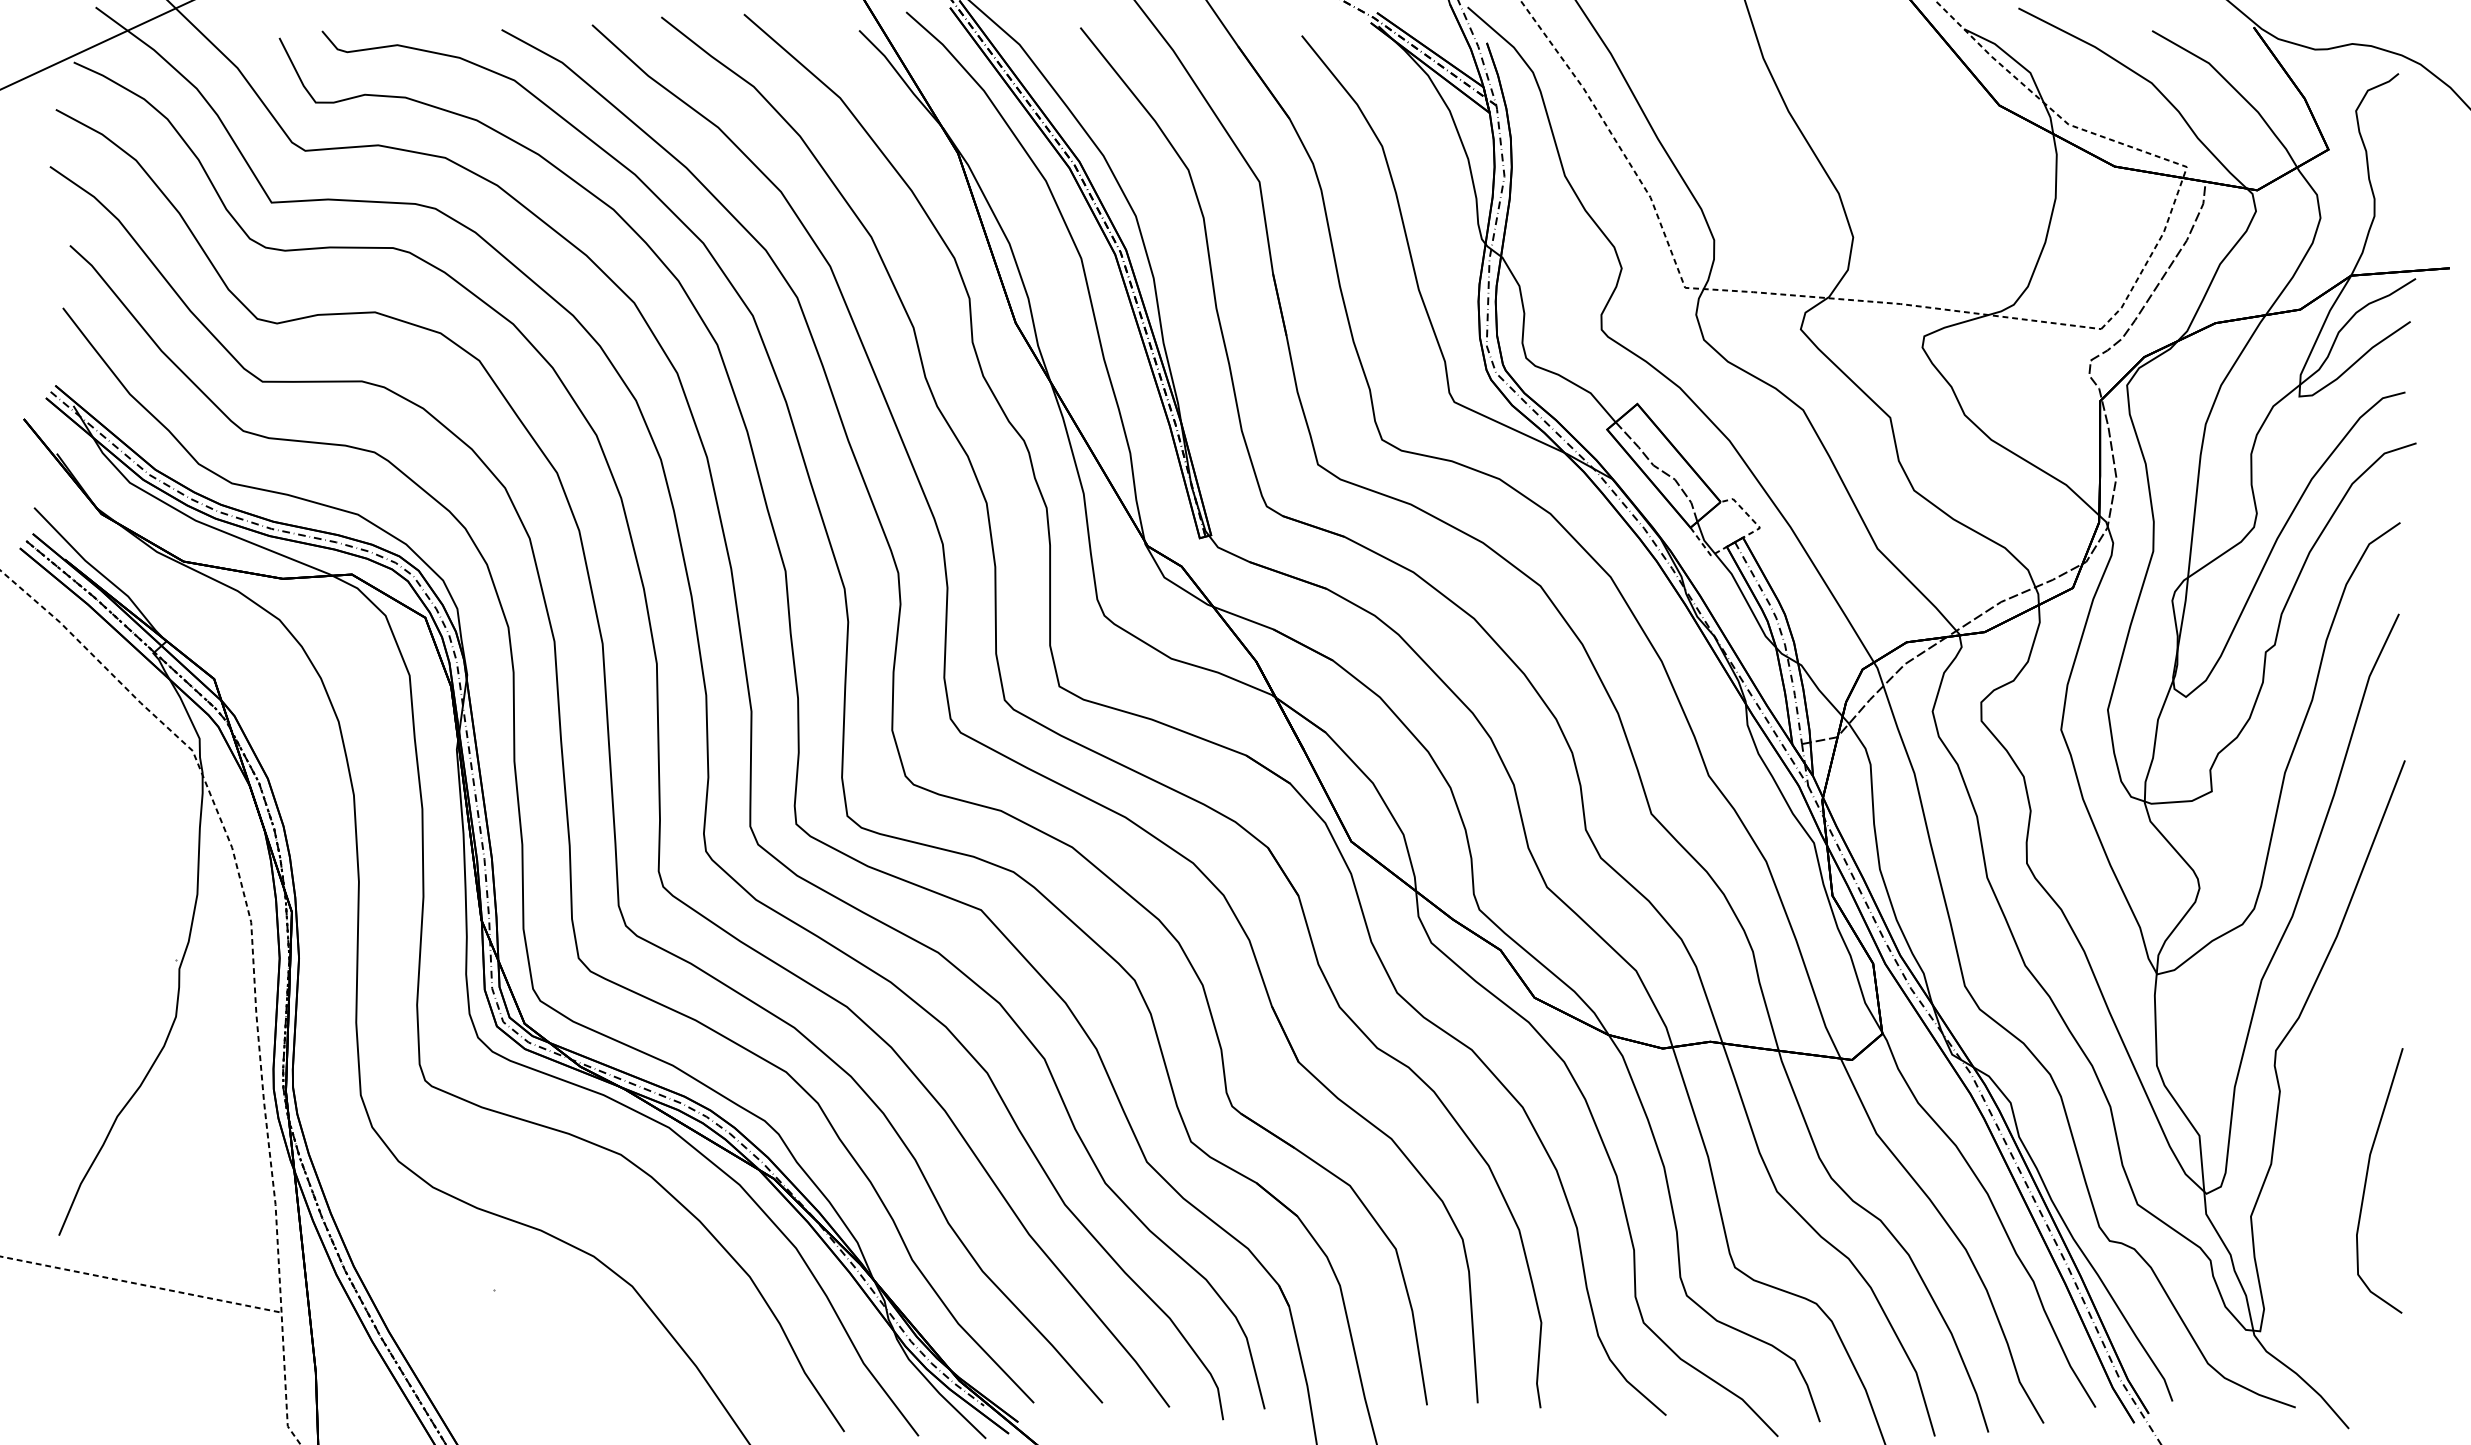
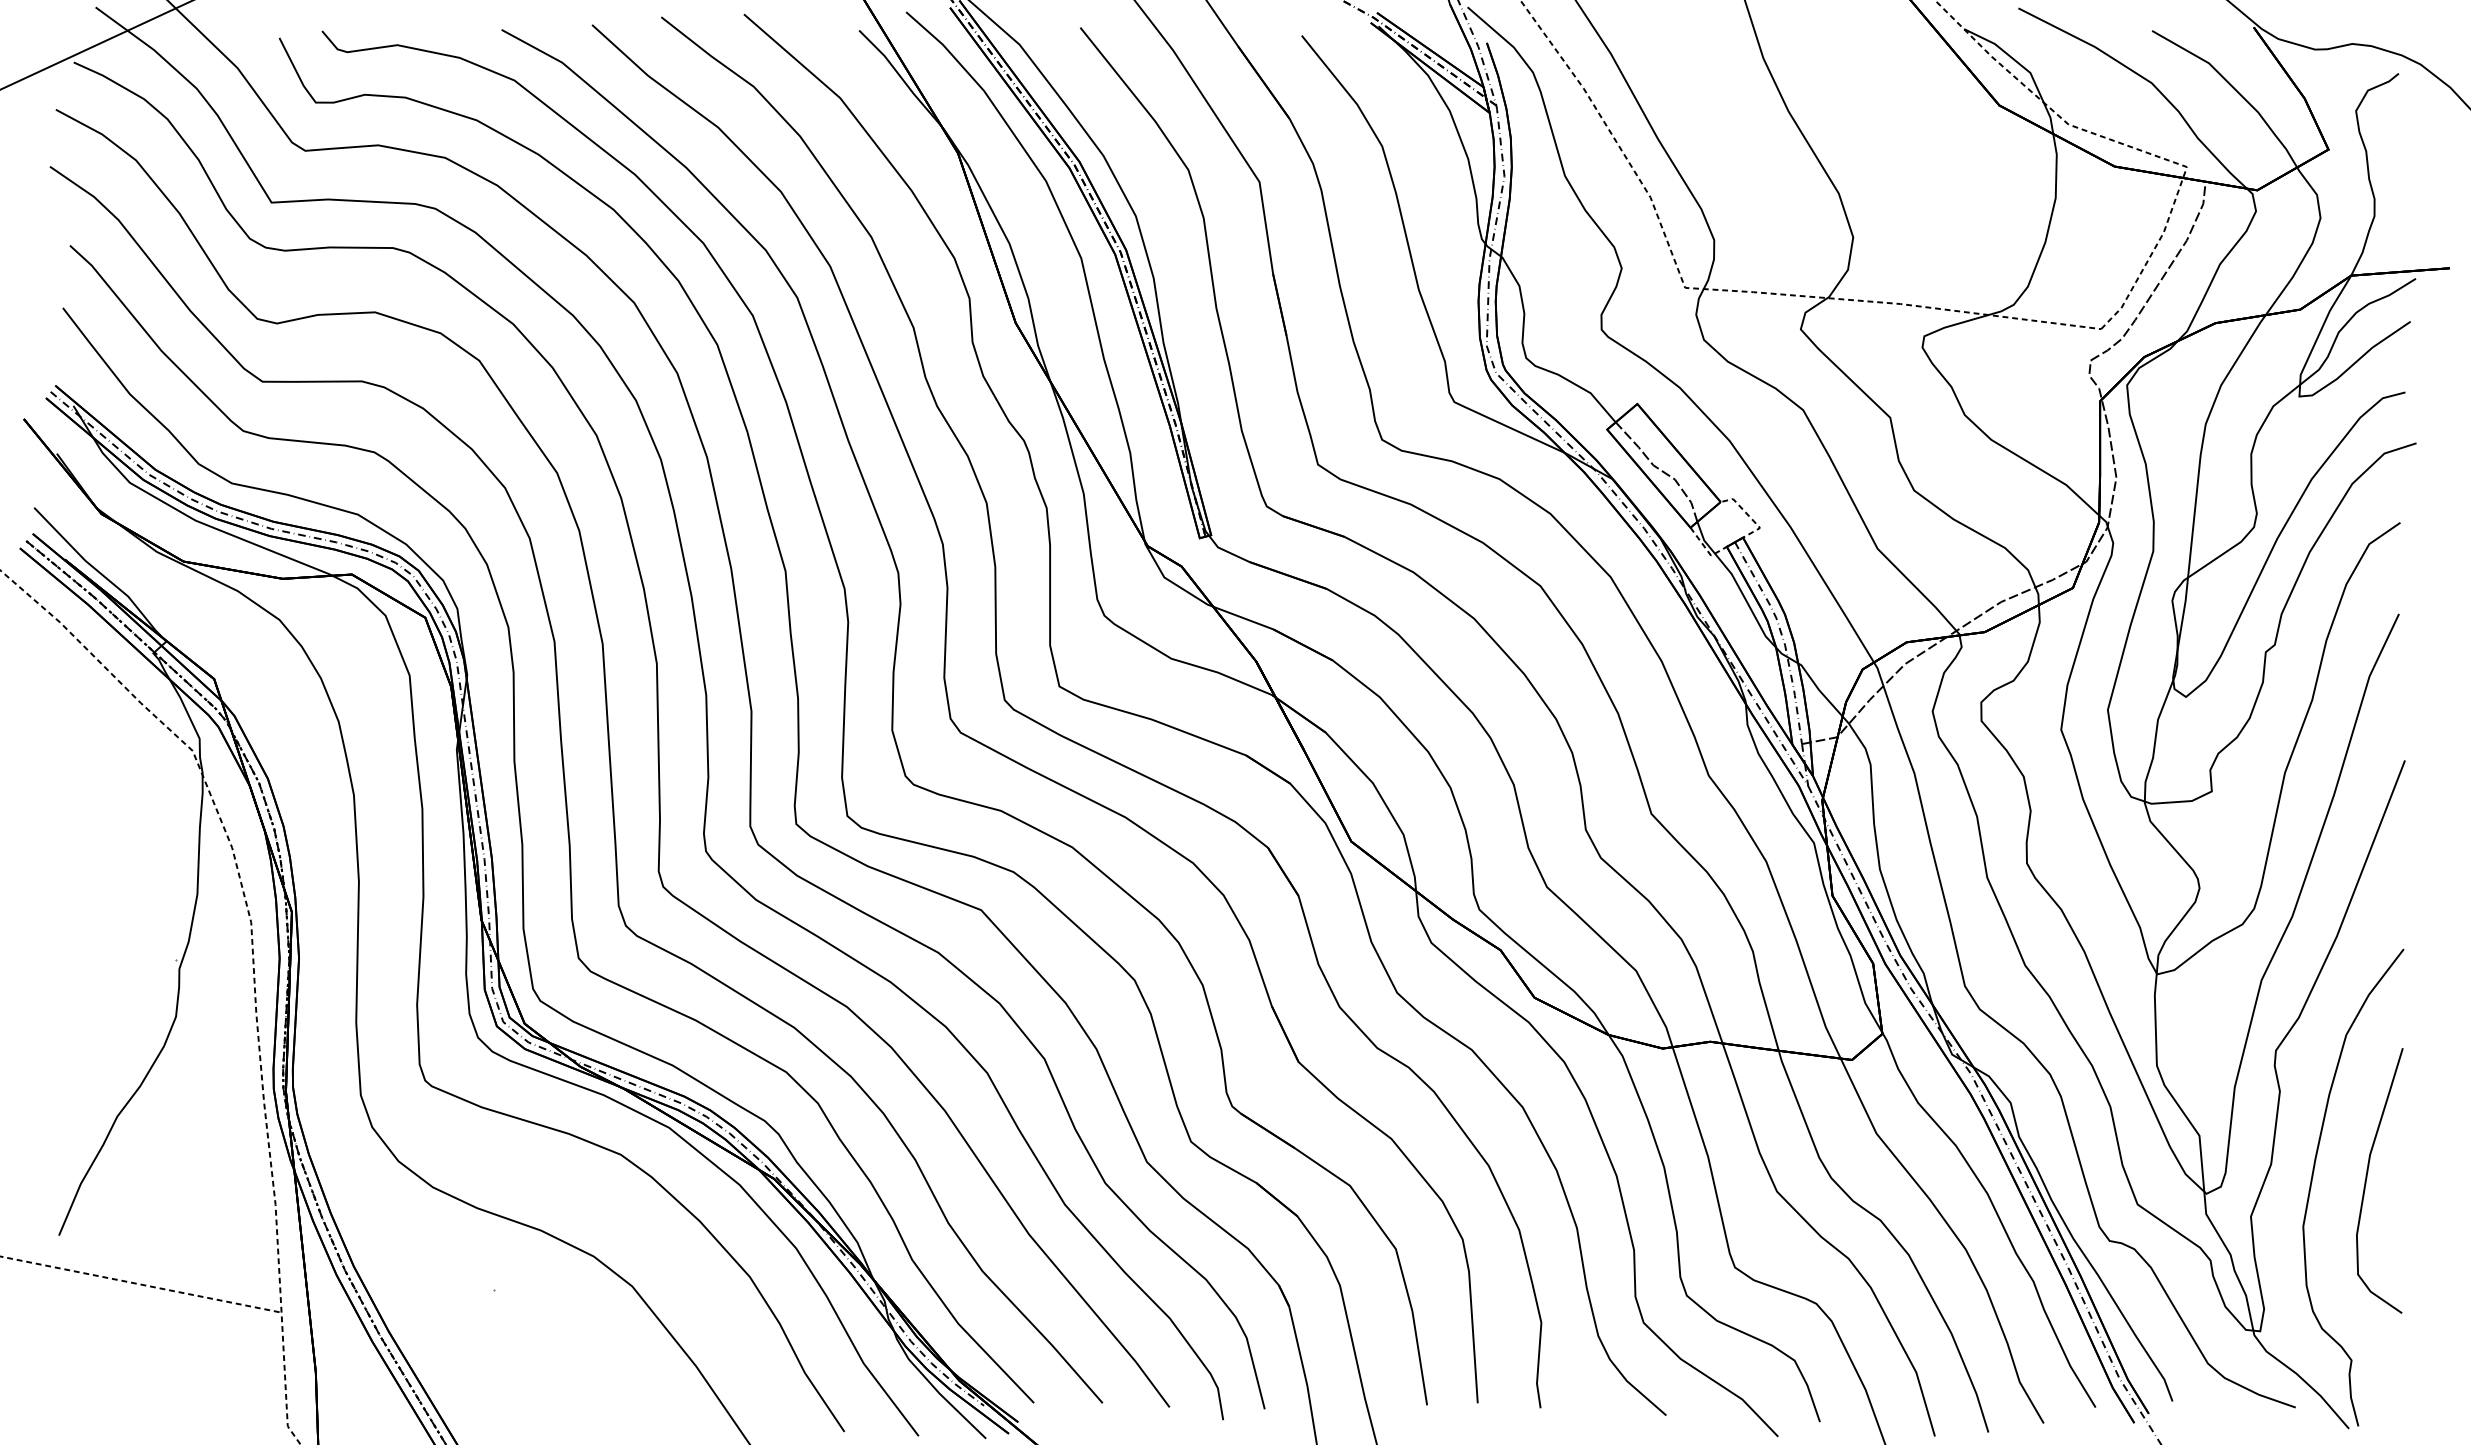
curve at (2313, 1177): none -> present
